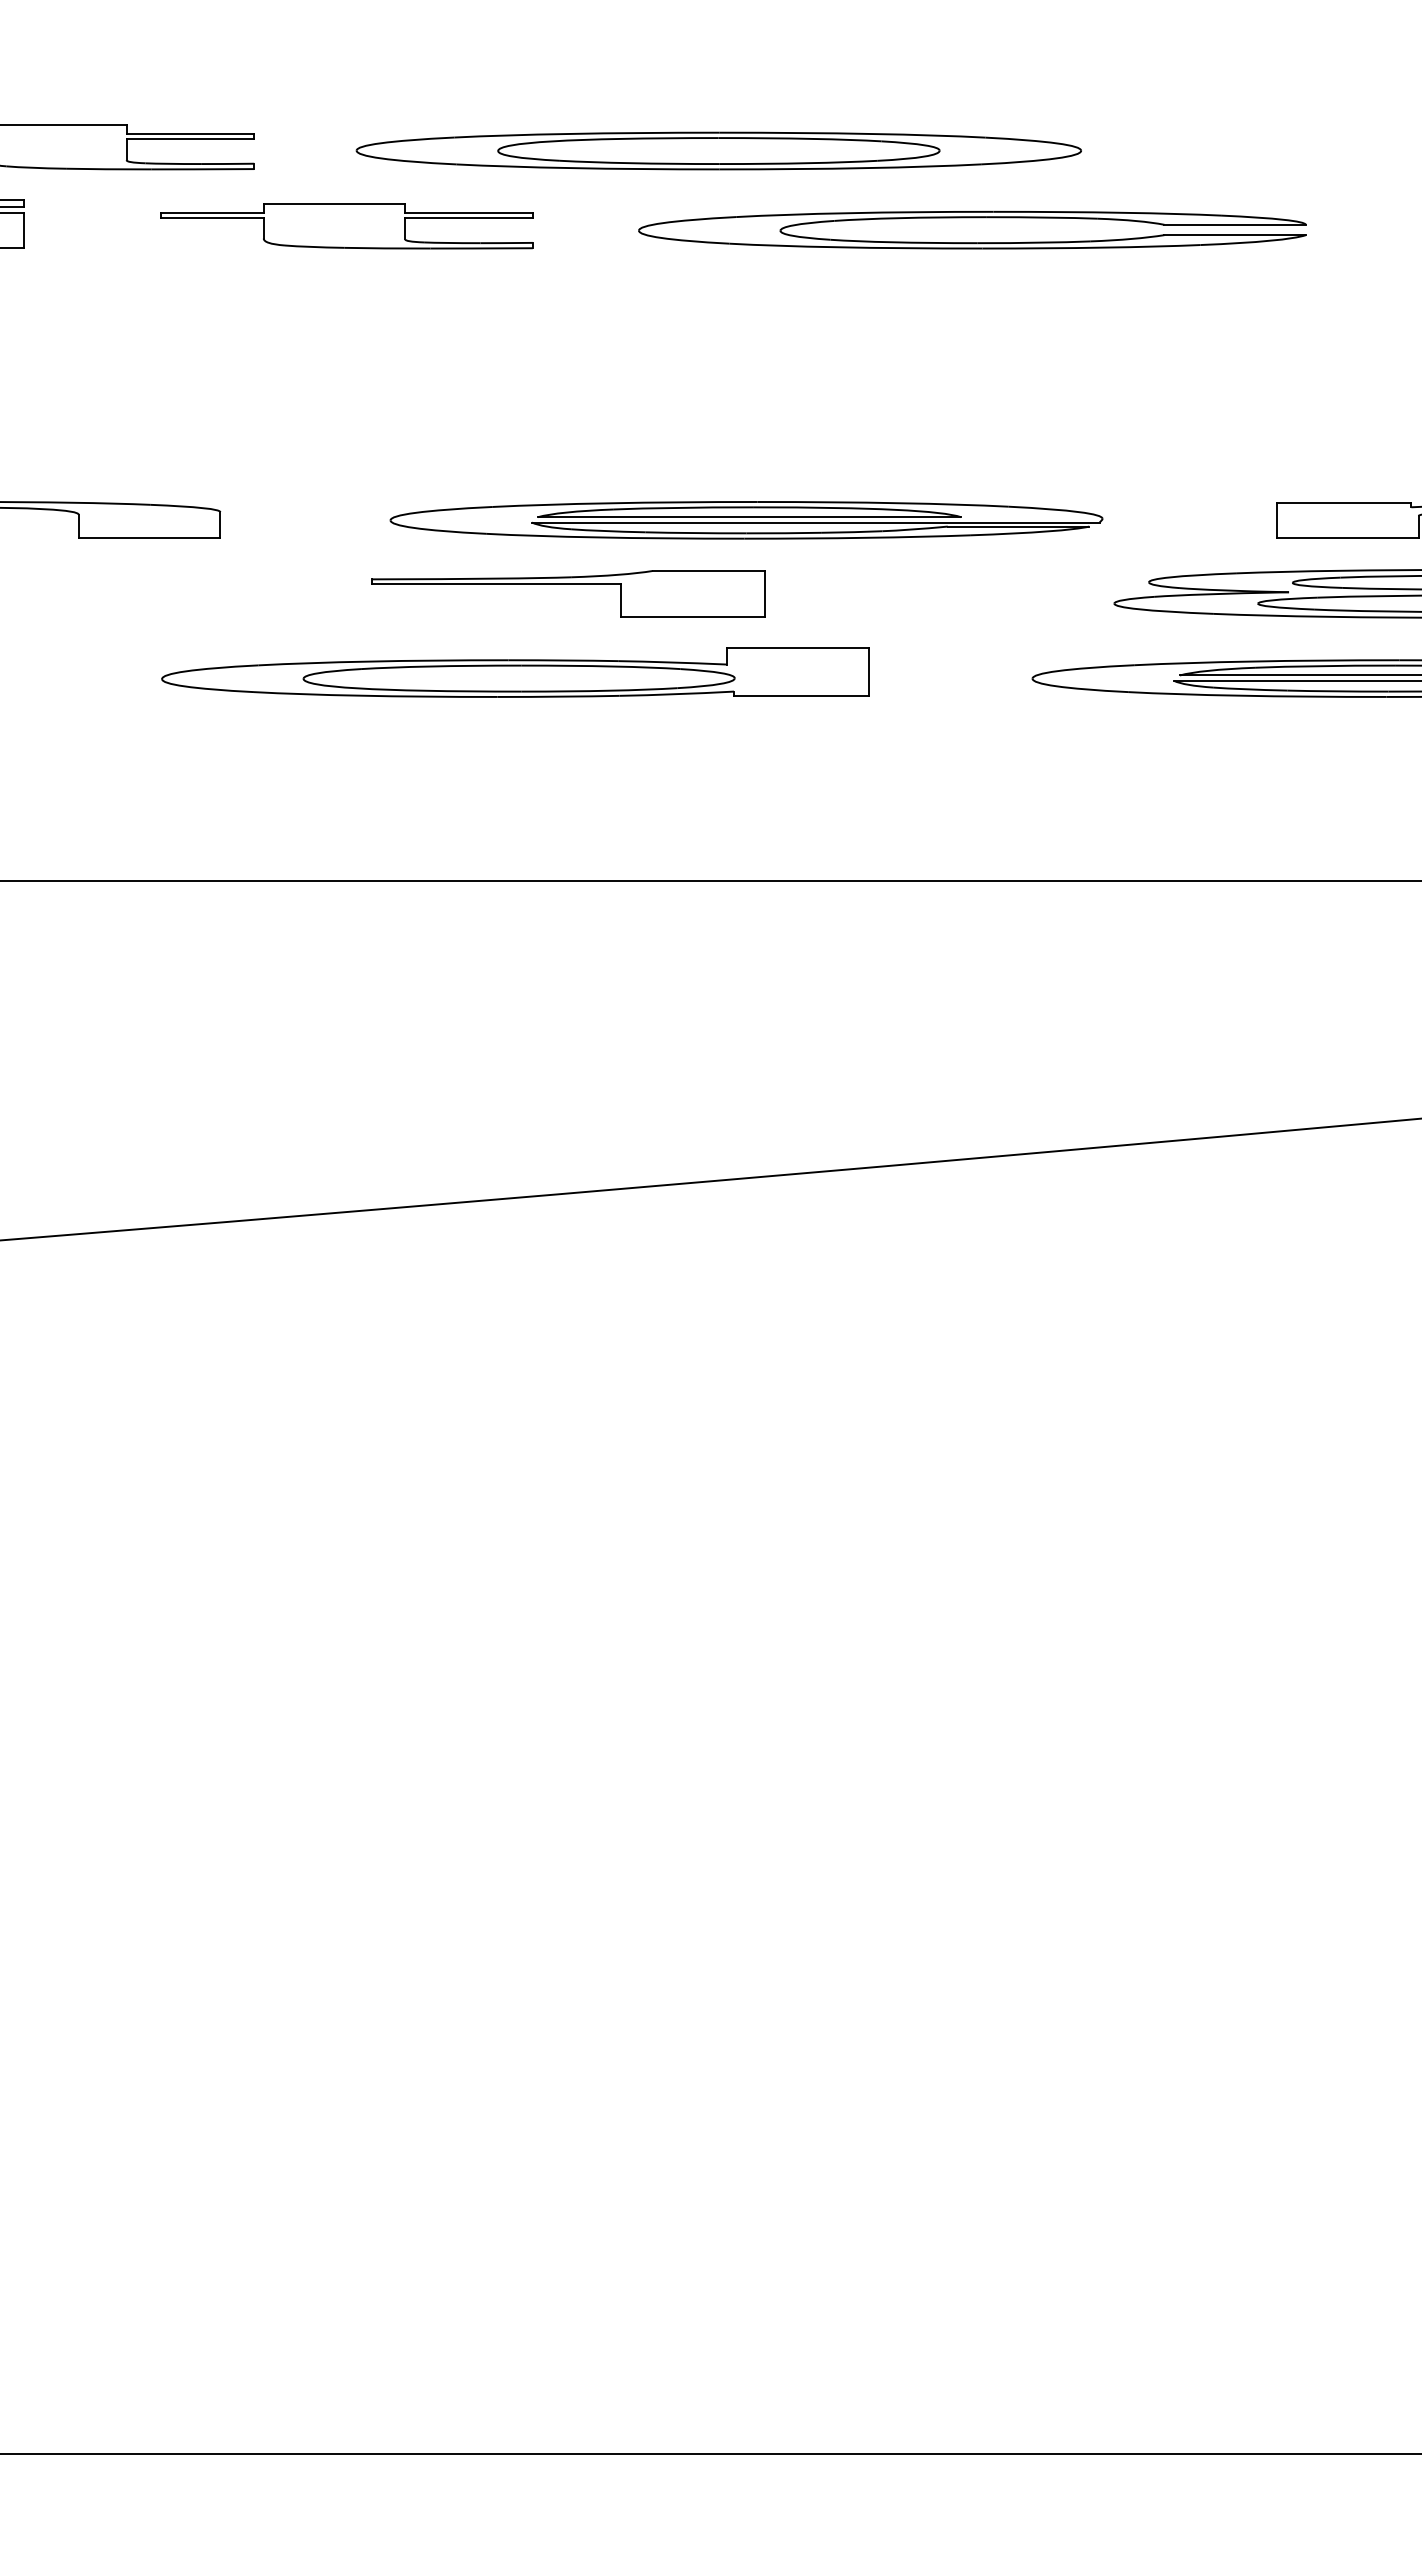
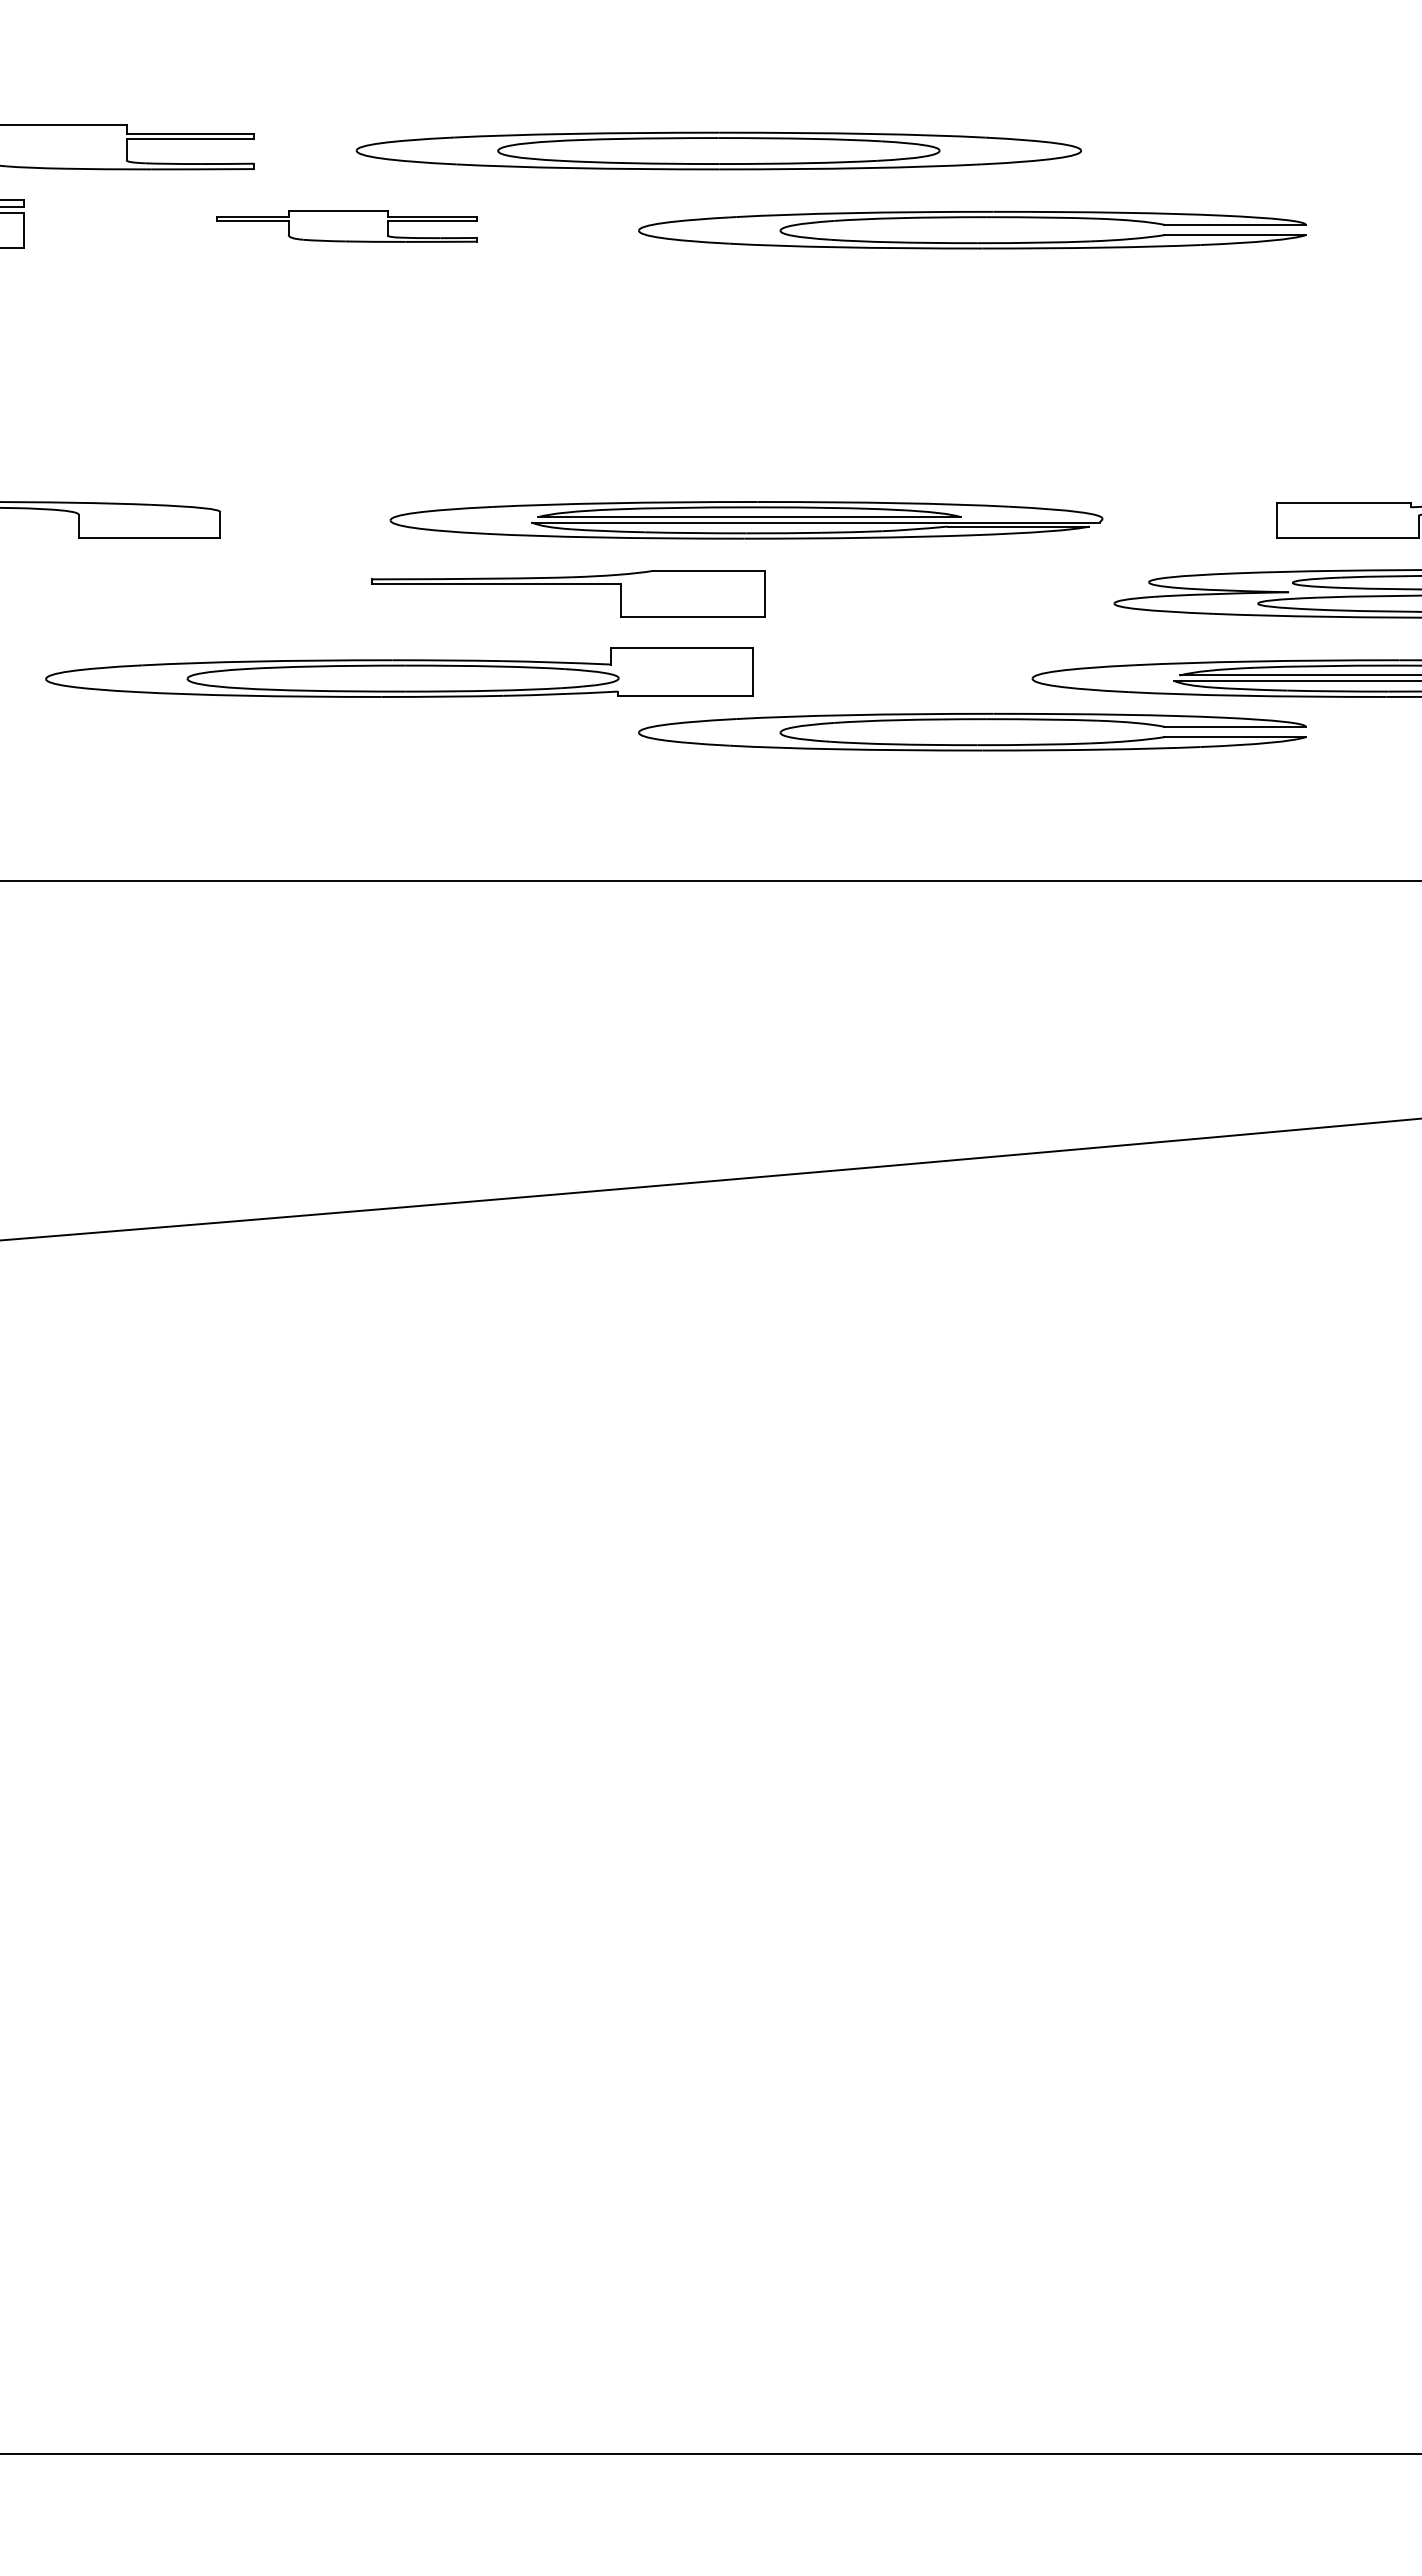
part at (346, 226) size: 374x47 px -> 262x33 px
part at (515, 672) position: (515, 672) -> (399, 672)
part at (972, 720): none -> present
